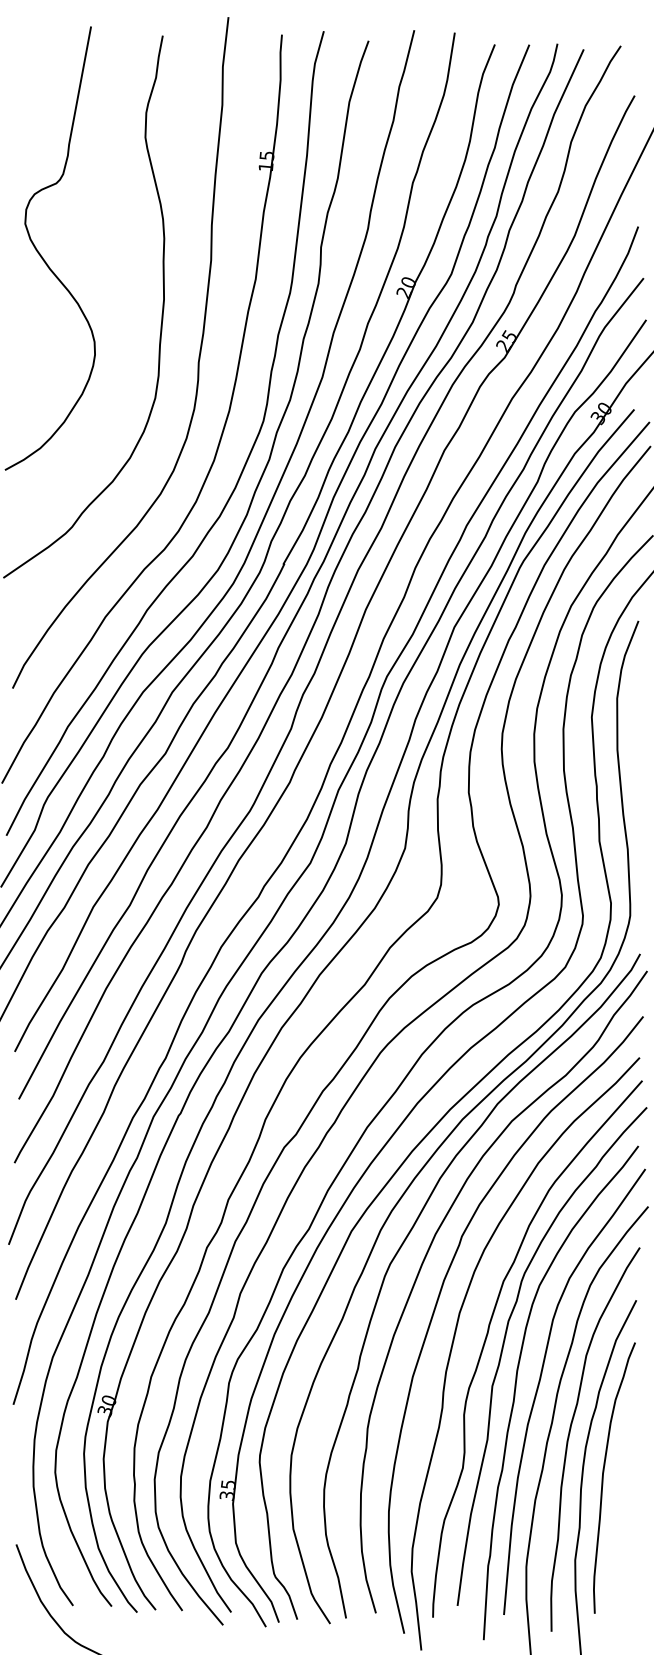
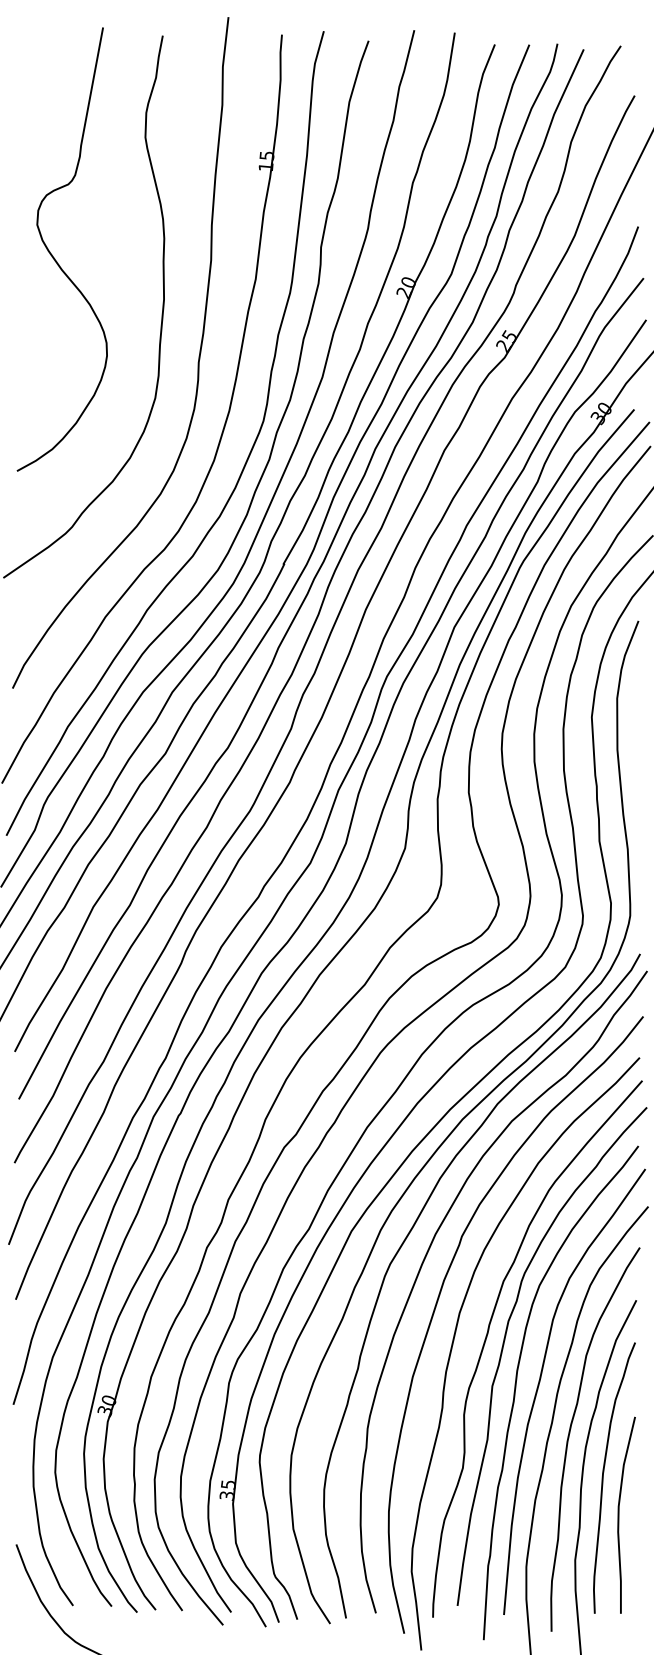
curve at (40, 253) position: (40, 253) -> (52, 254)
curve at (619, 1514): none -> present
